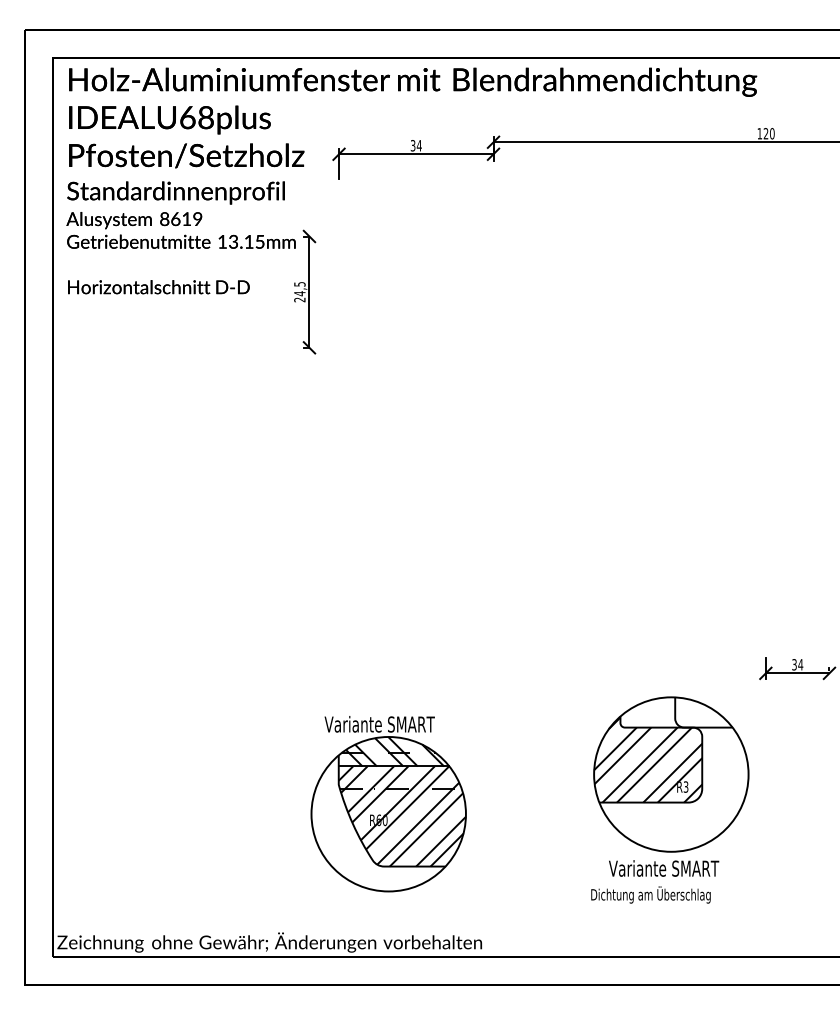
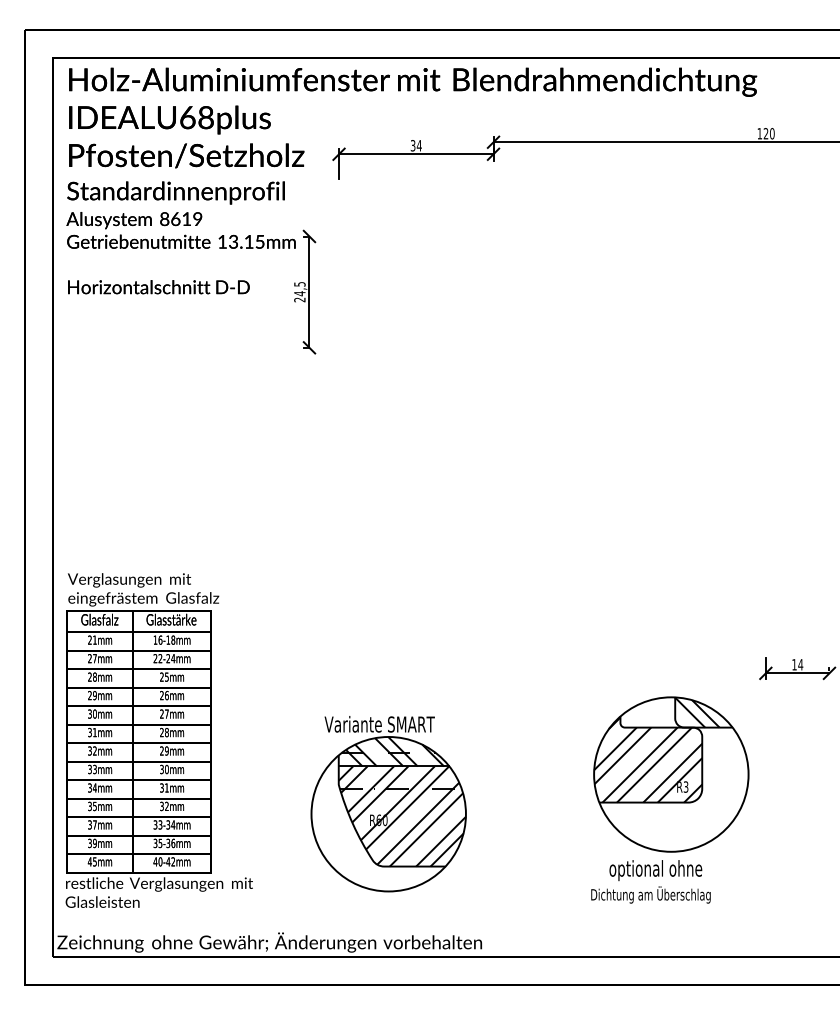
text at (794, 664): 34 -> 14
hatch at (697, 712): none -> present
part at (158, 740): none -> present
text at (664, 870): Variante SMART -> optional ohne
